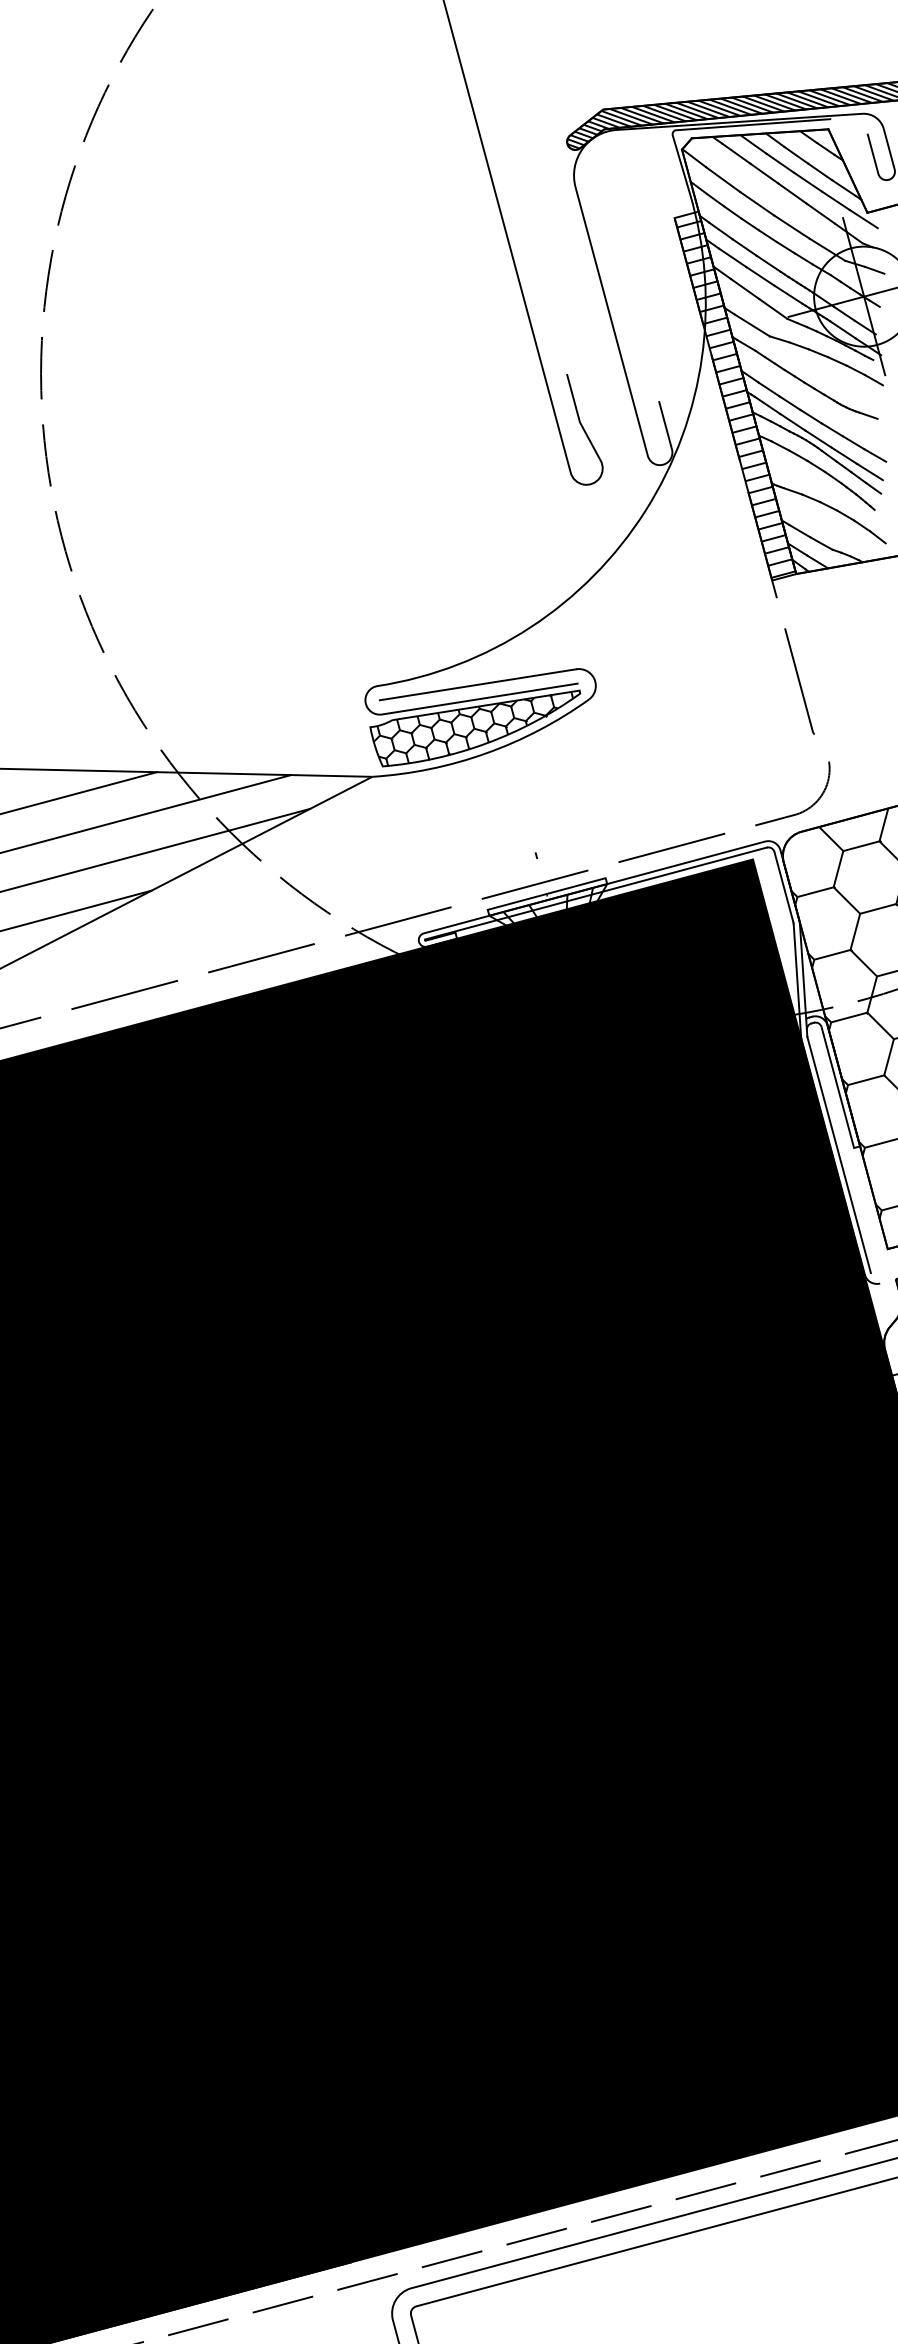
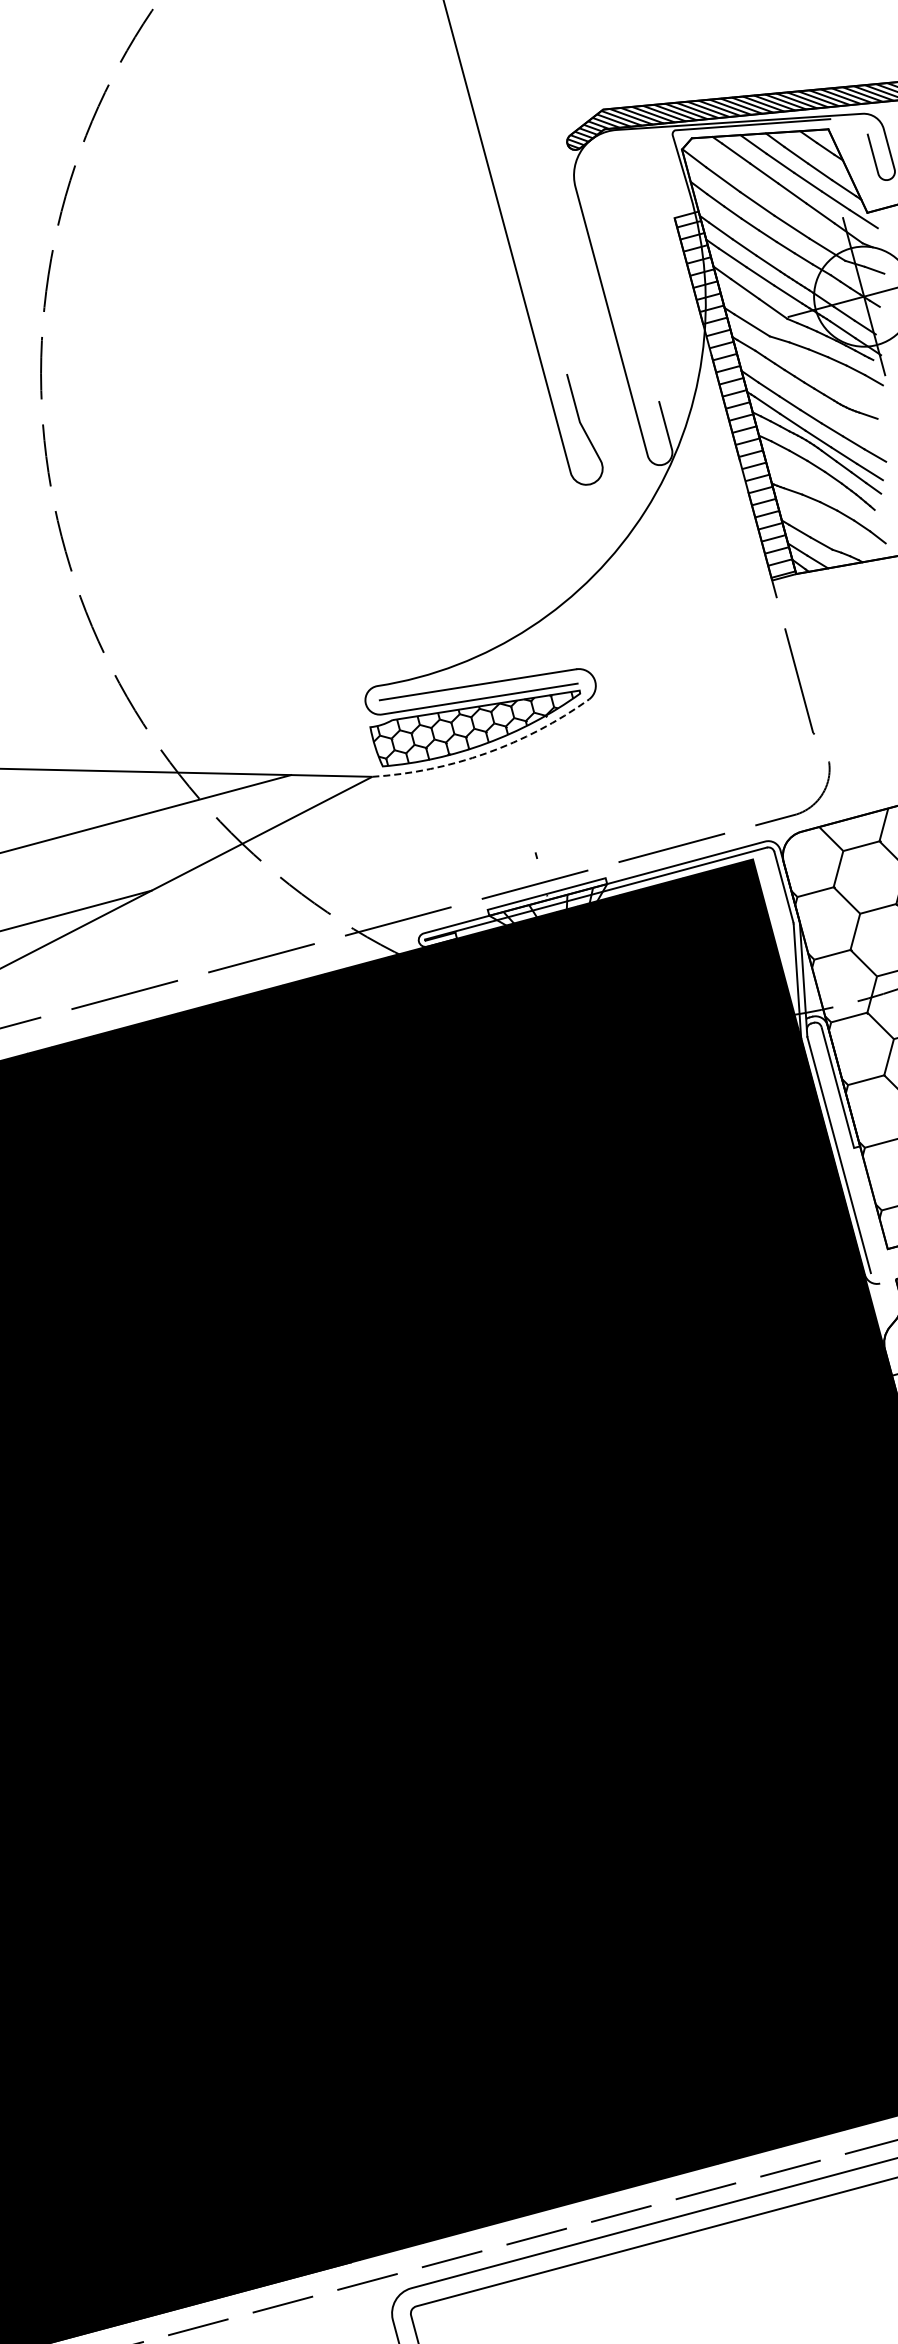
arc at (486, 753): solid -> dashed
line at (79, 792): present -> none
line at (156, 849): present -> none
